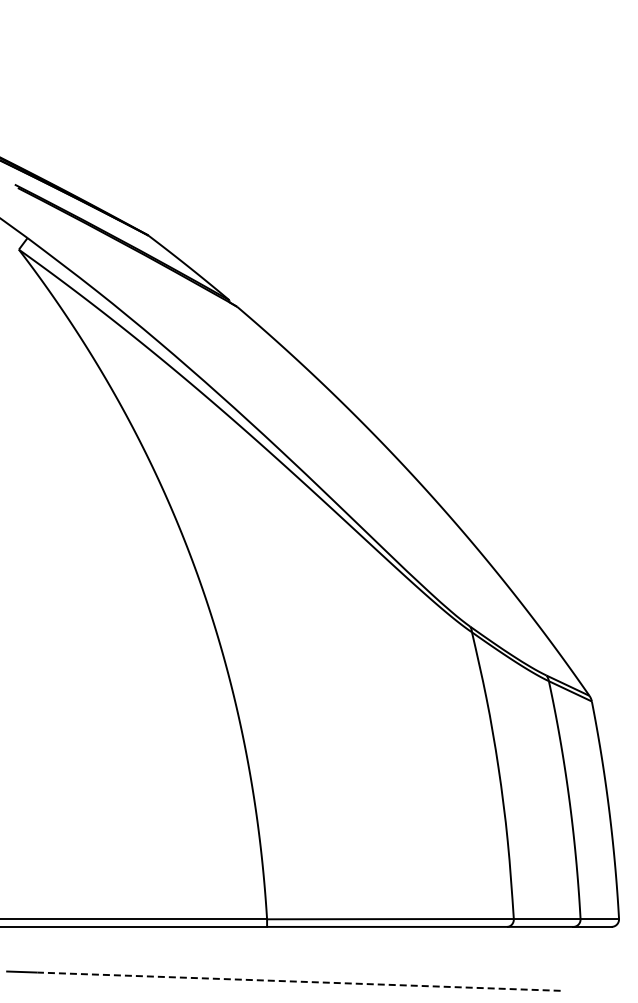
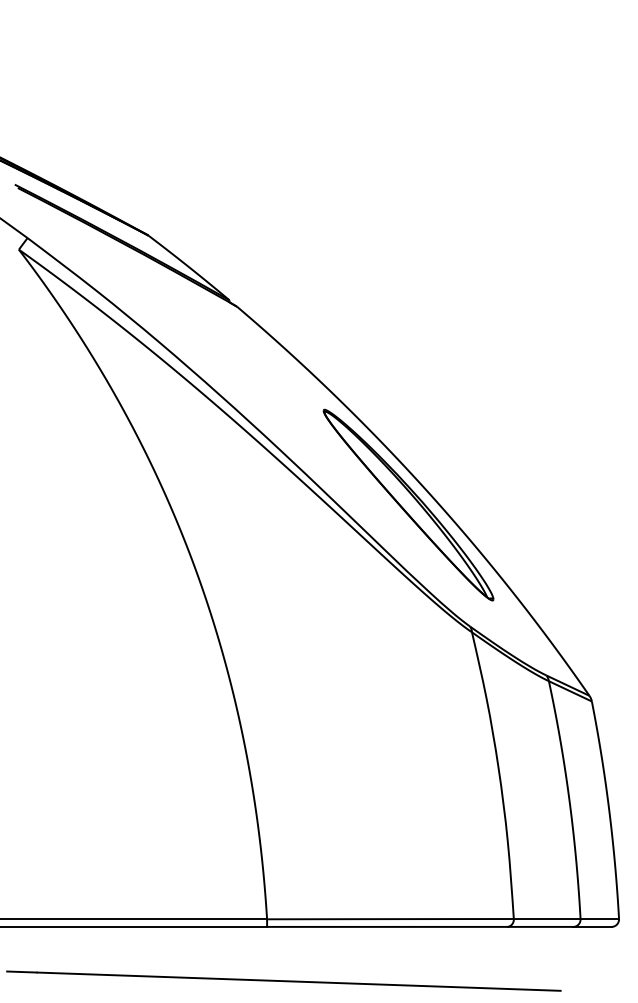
part at (408, 504): none -> present
line at (299, 981): dashed -> solid
